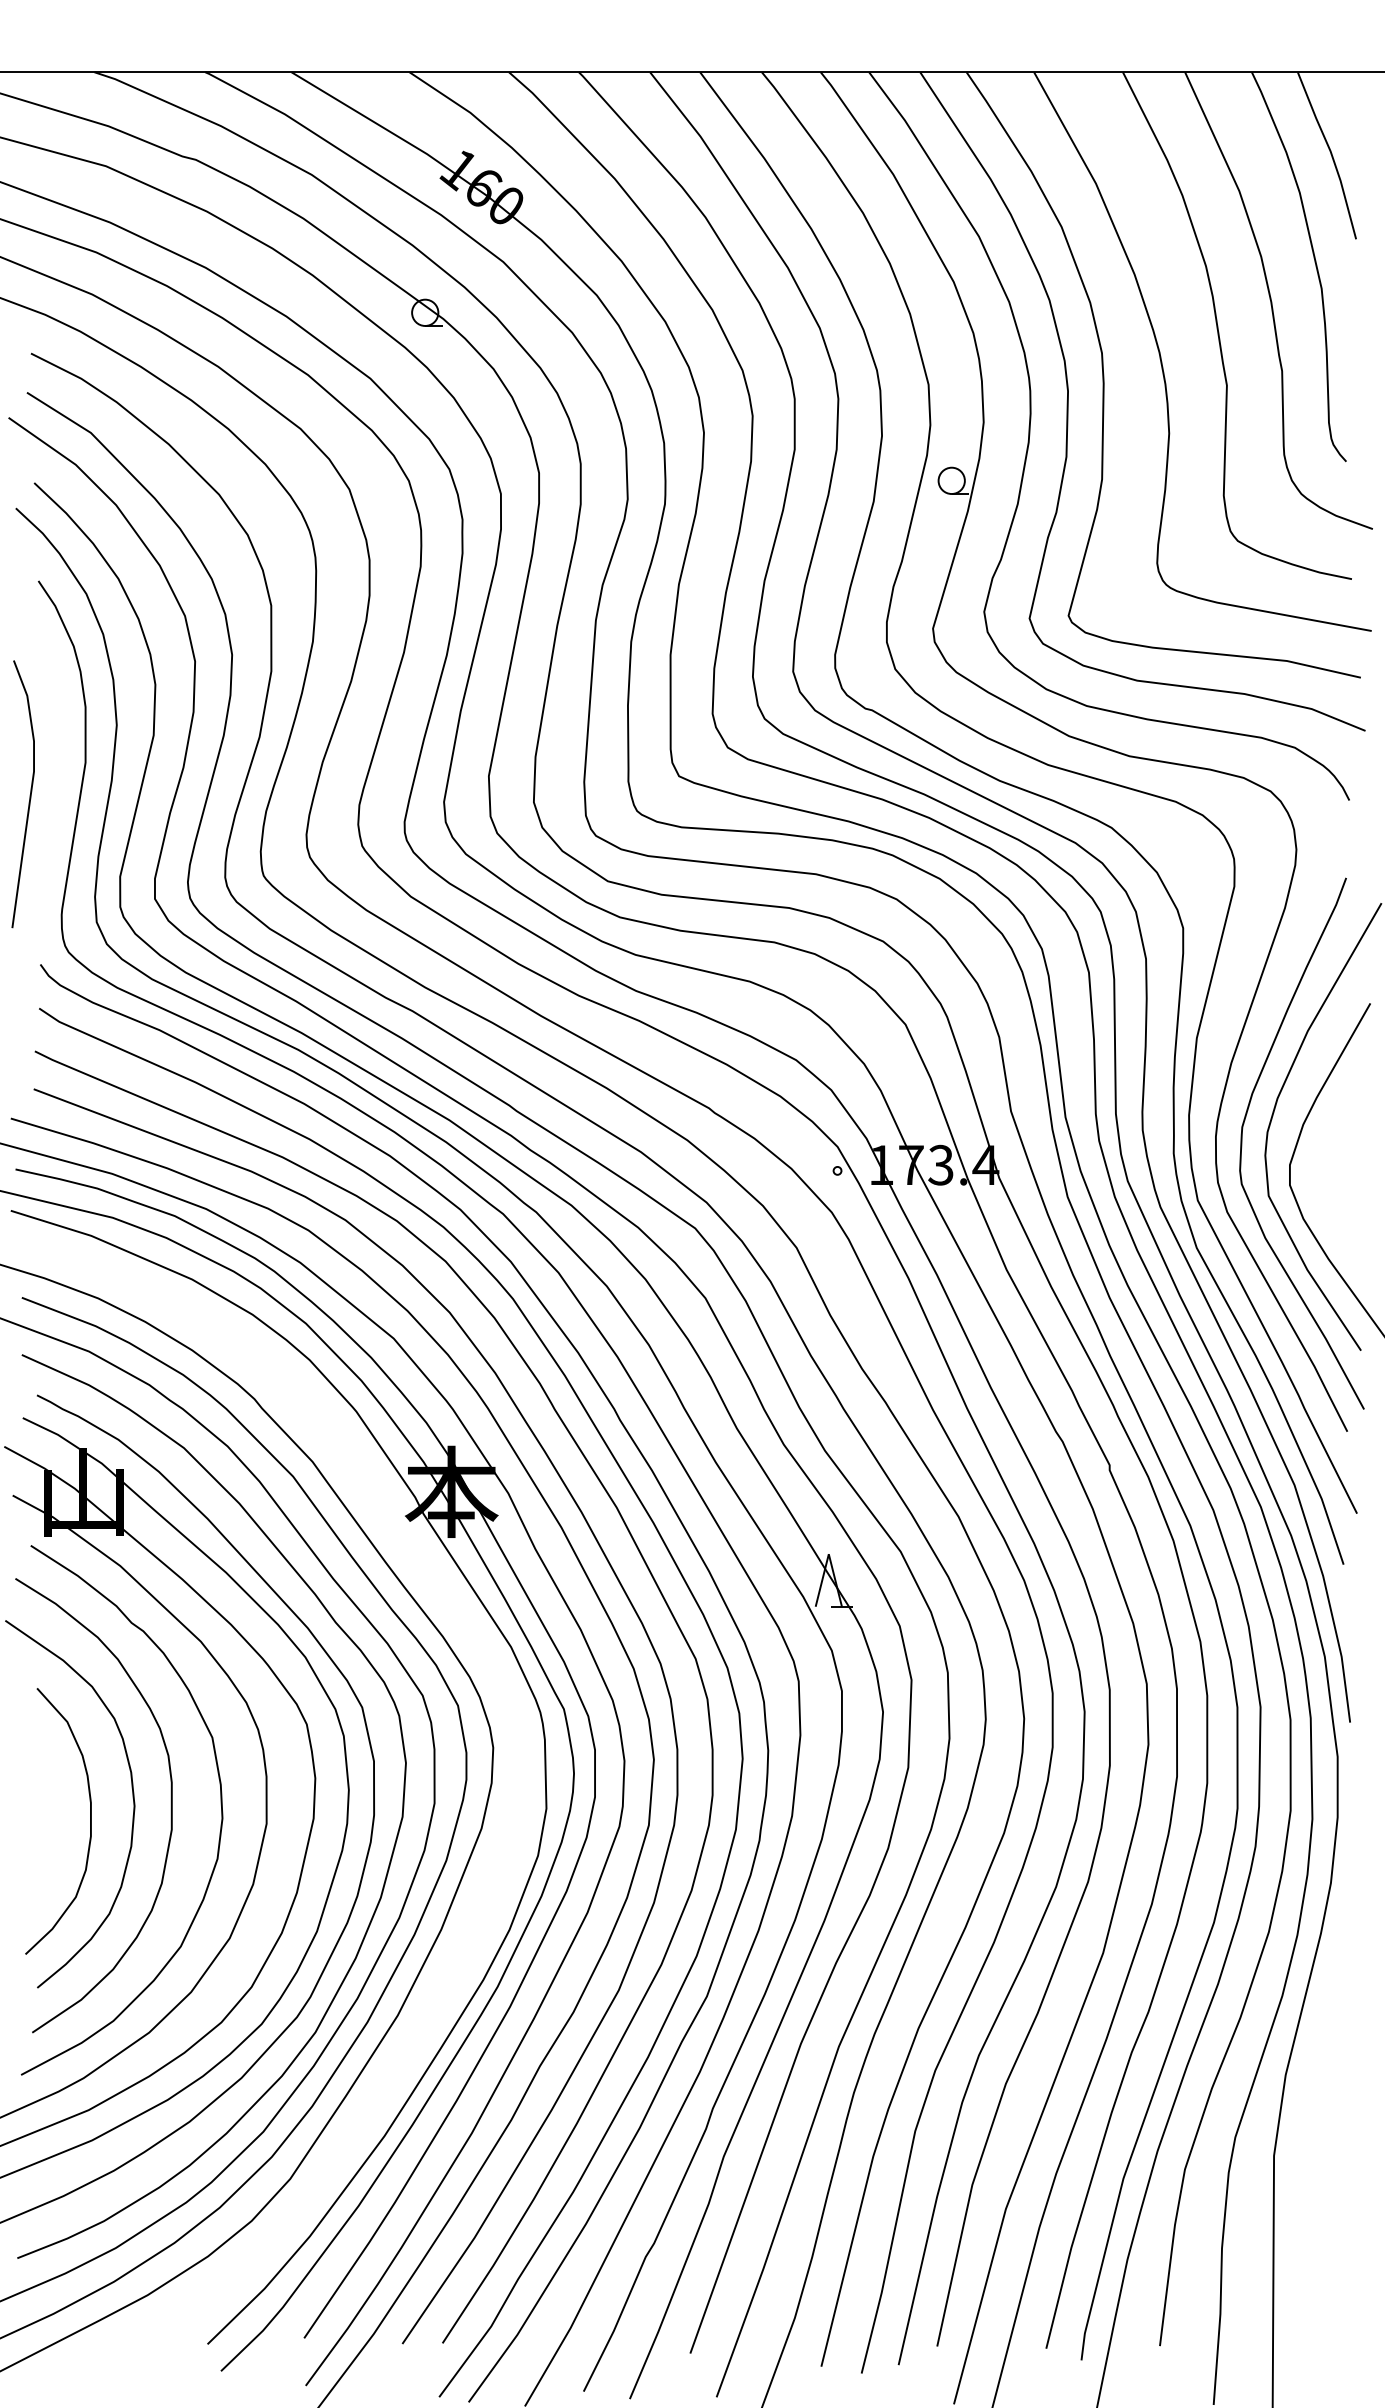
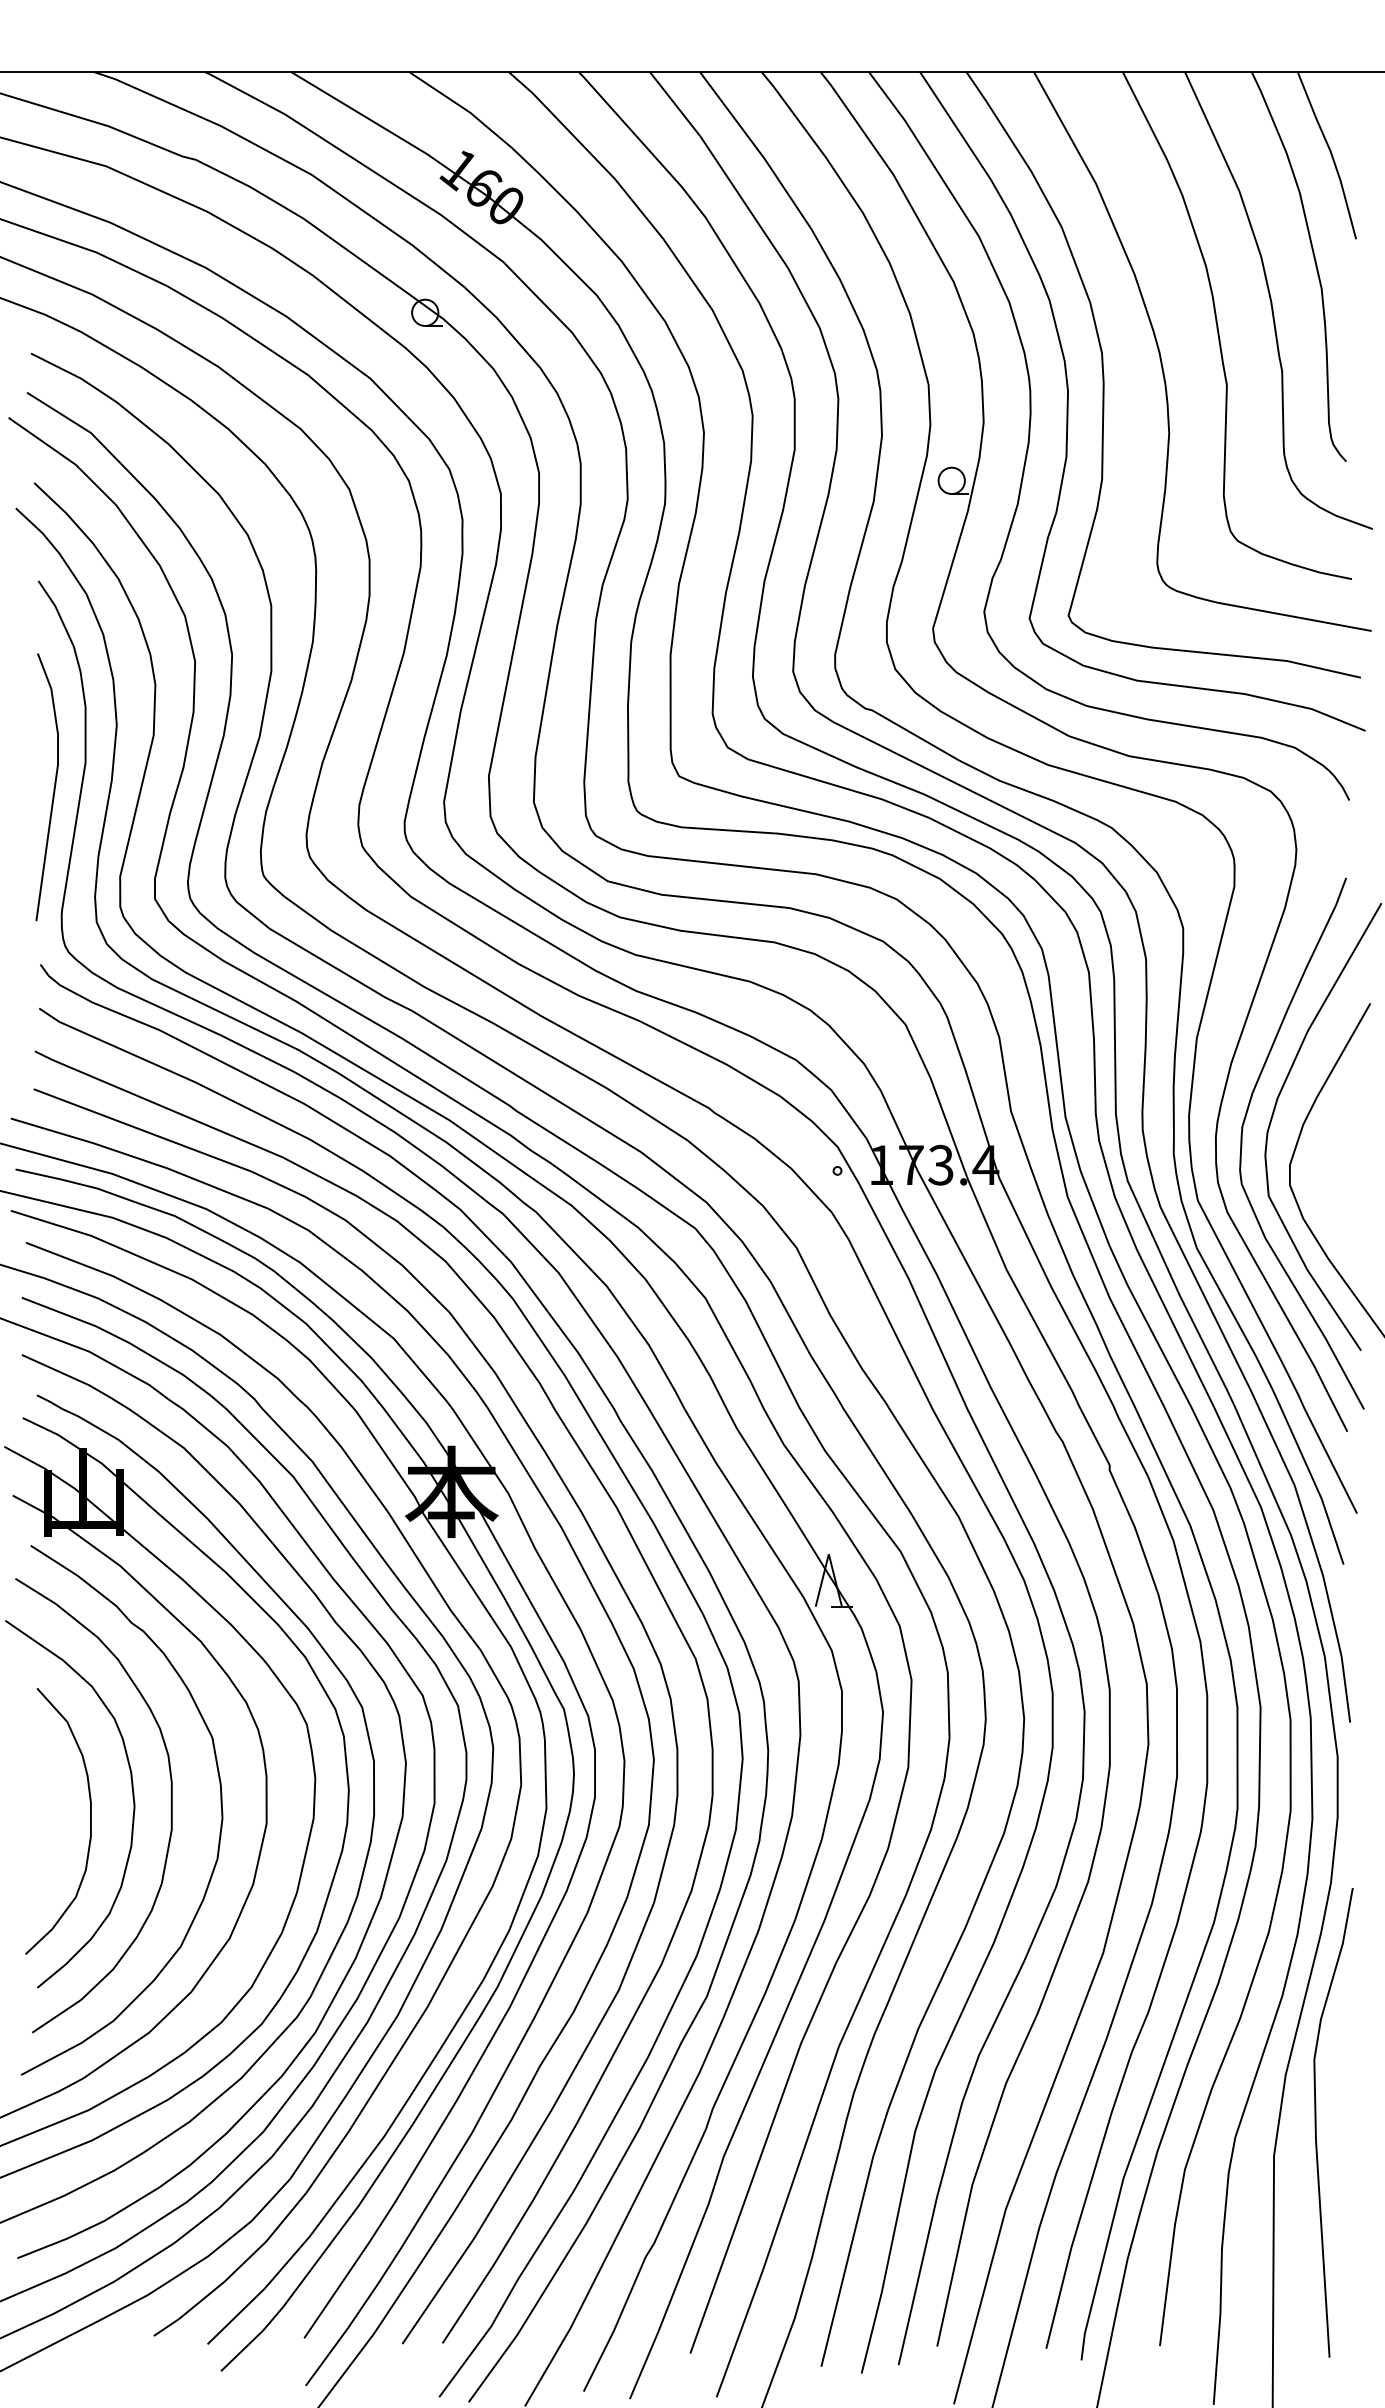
line at (29, 795) position: (29, 795) -> (53, 788)
curve at (482, 1902): none -> present
curve at (1316, 2122): none -> present
